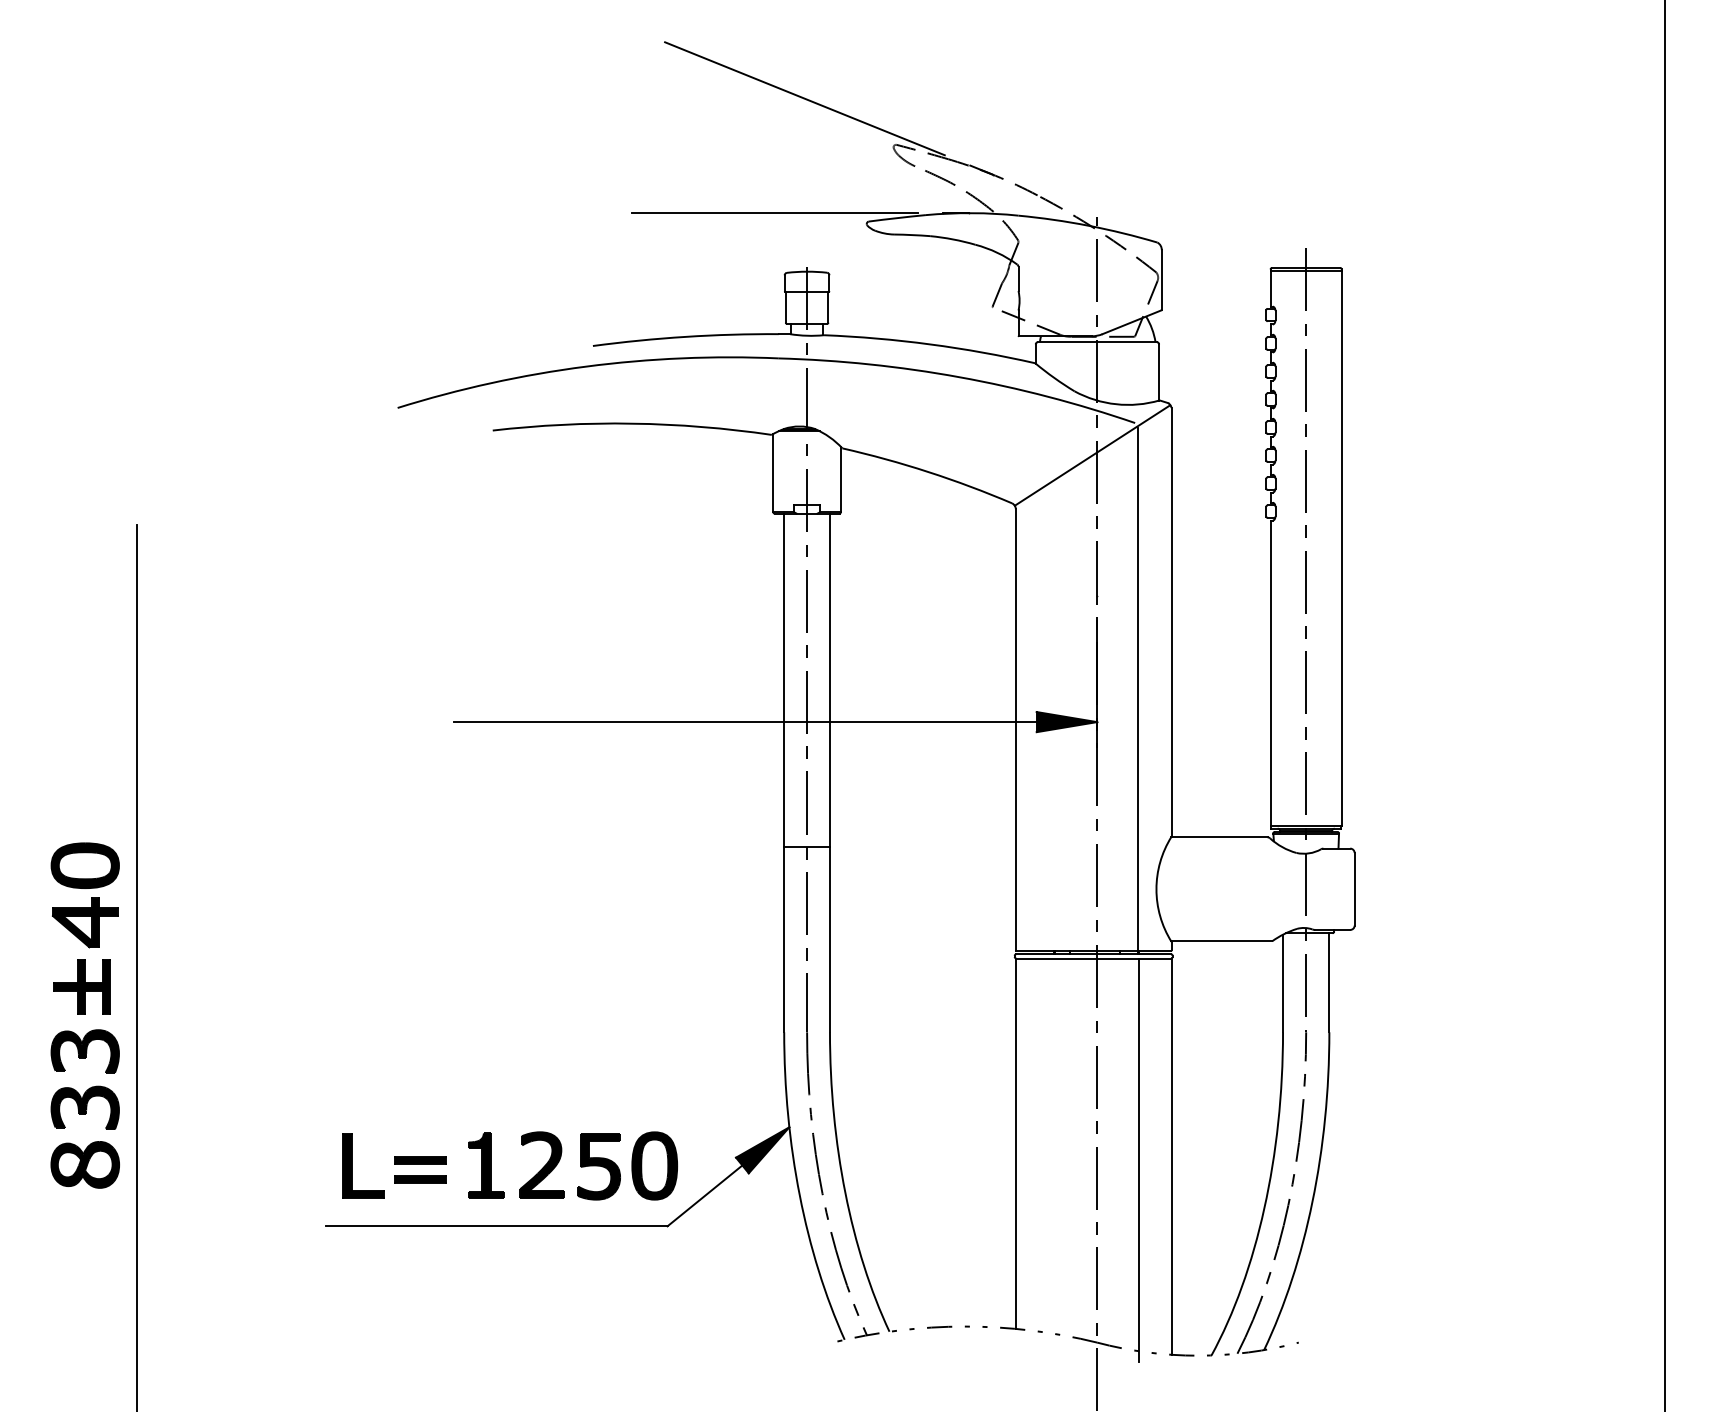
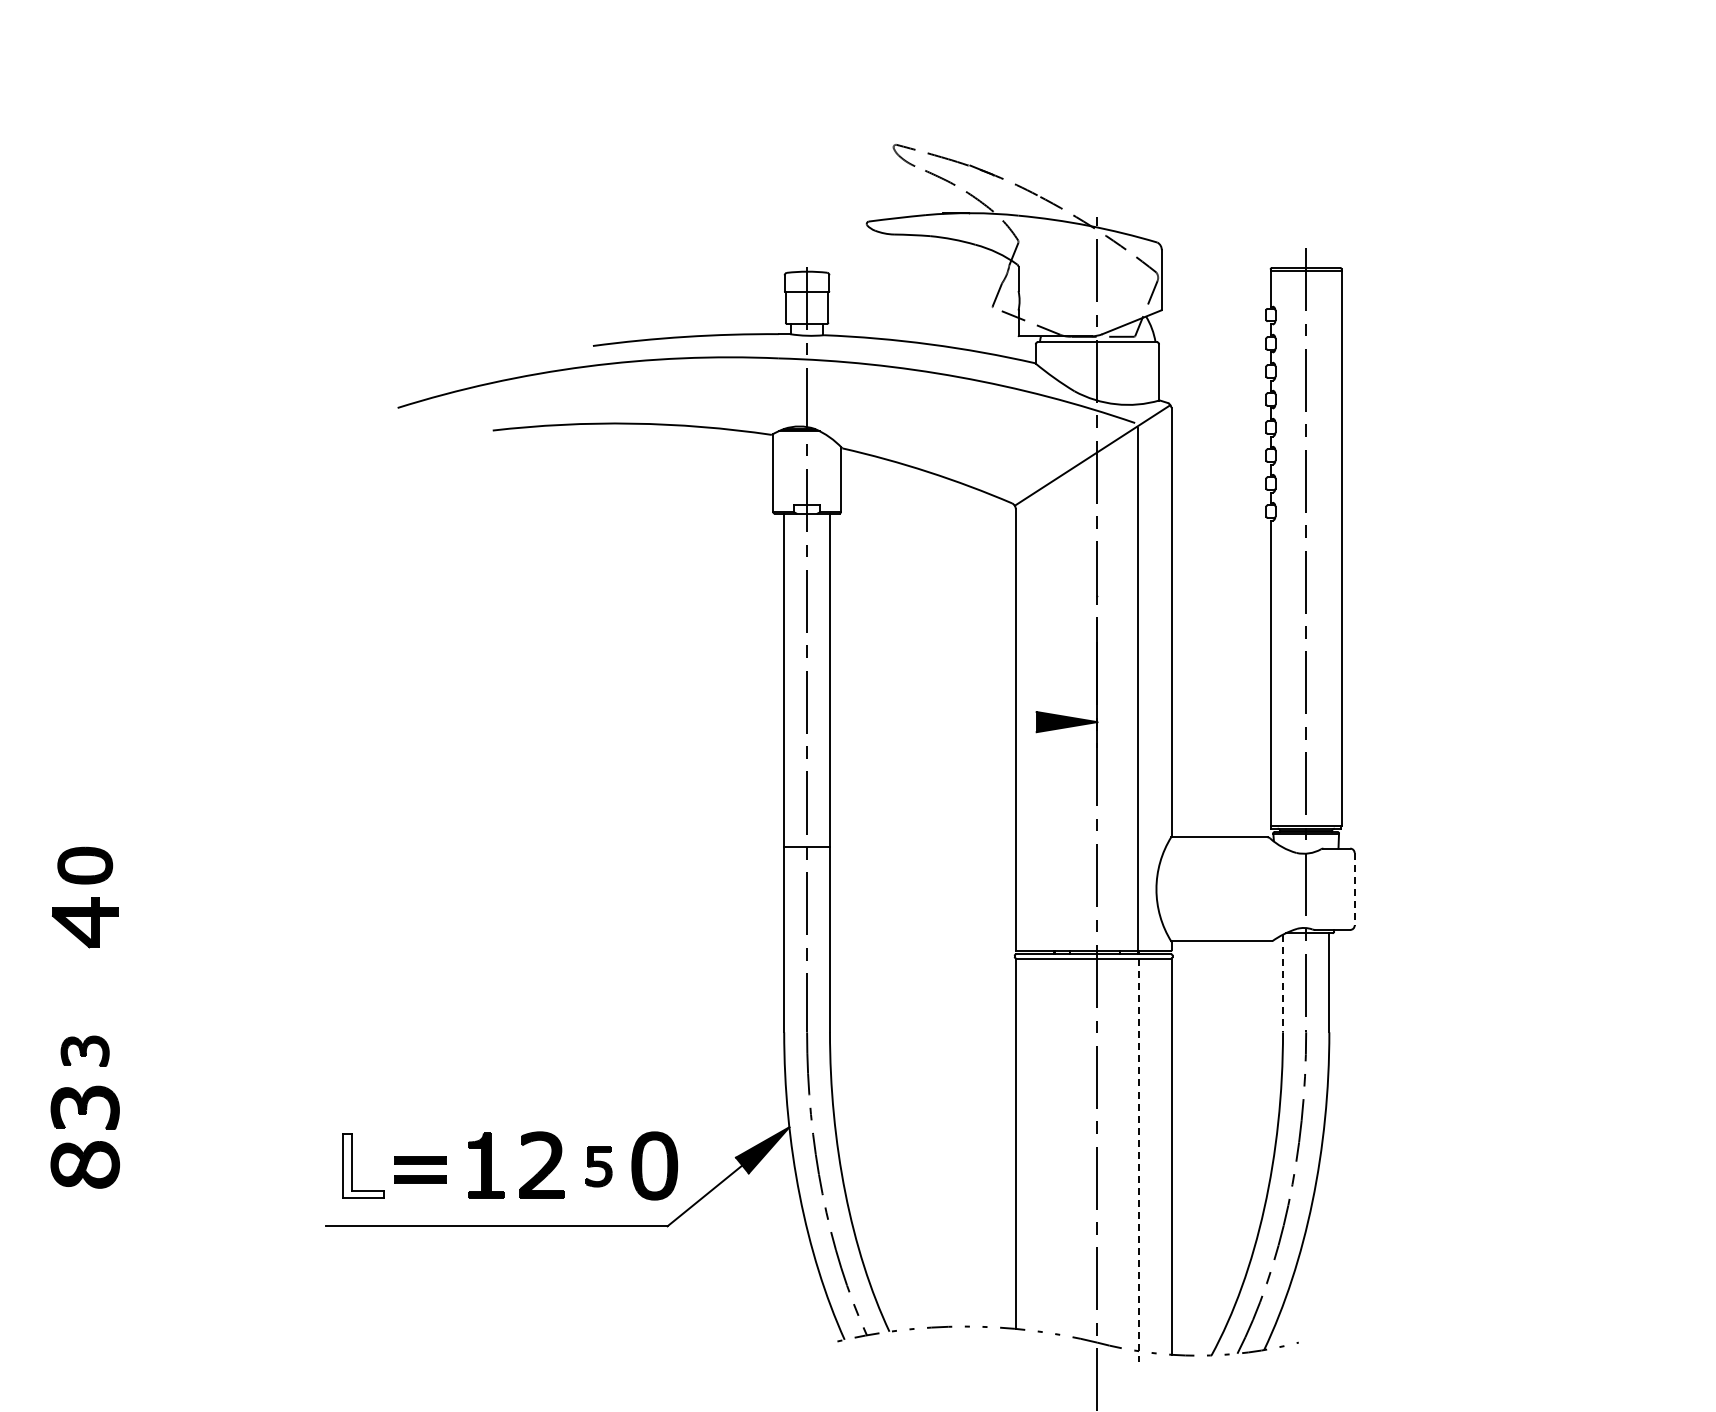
line at (804, 98): present -> none
line at (774, 213): present -> none
line at (1664, 705): present -> none
line at (745, 722): present -> none
part at (84, 865) size: 70x47 px -> 57x39 px
line at (1354, 889): solid -> dashed
line at (137, 966): present -> none
line at (1283, 983): solid -> dashed
part at (81, 986): present -> none
part at (84, 1051) size: 70x45 px -> 50x32 px
line at (1138, 1160): solid -> dashed
fill at (363, 1165): present -> none
part at (598, 1166) size: 44x68 px -> 28x42 px
